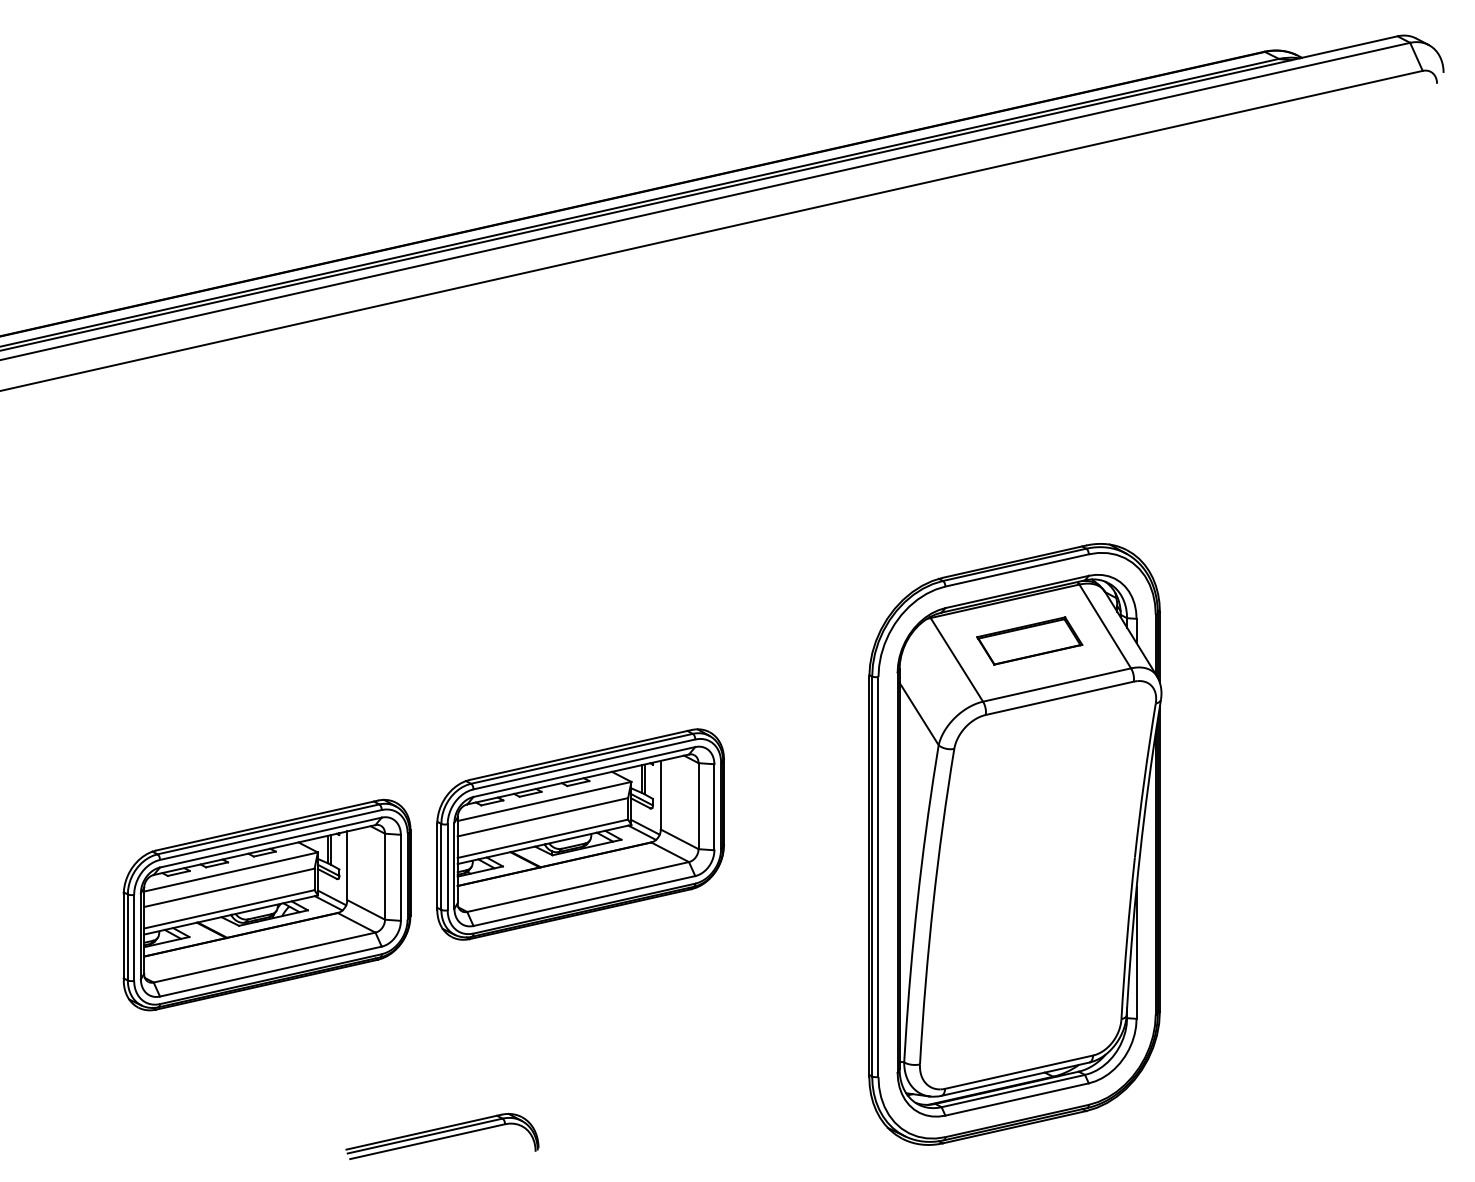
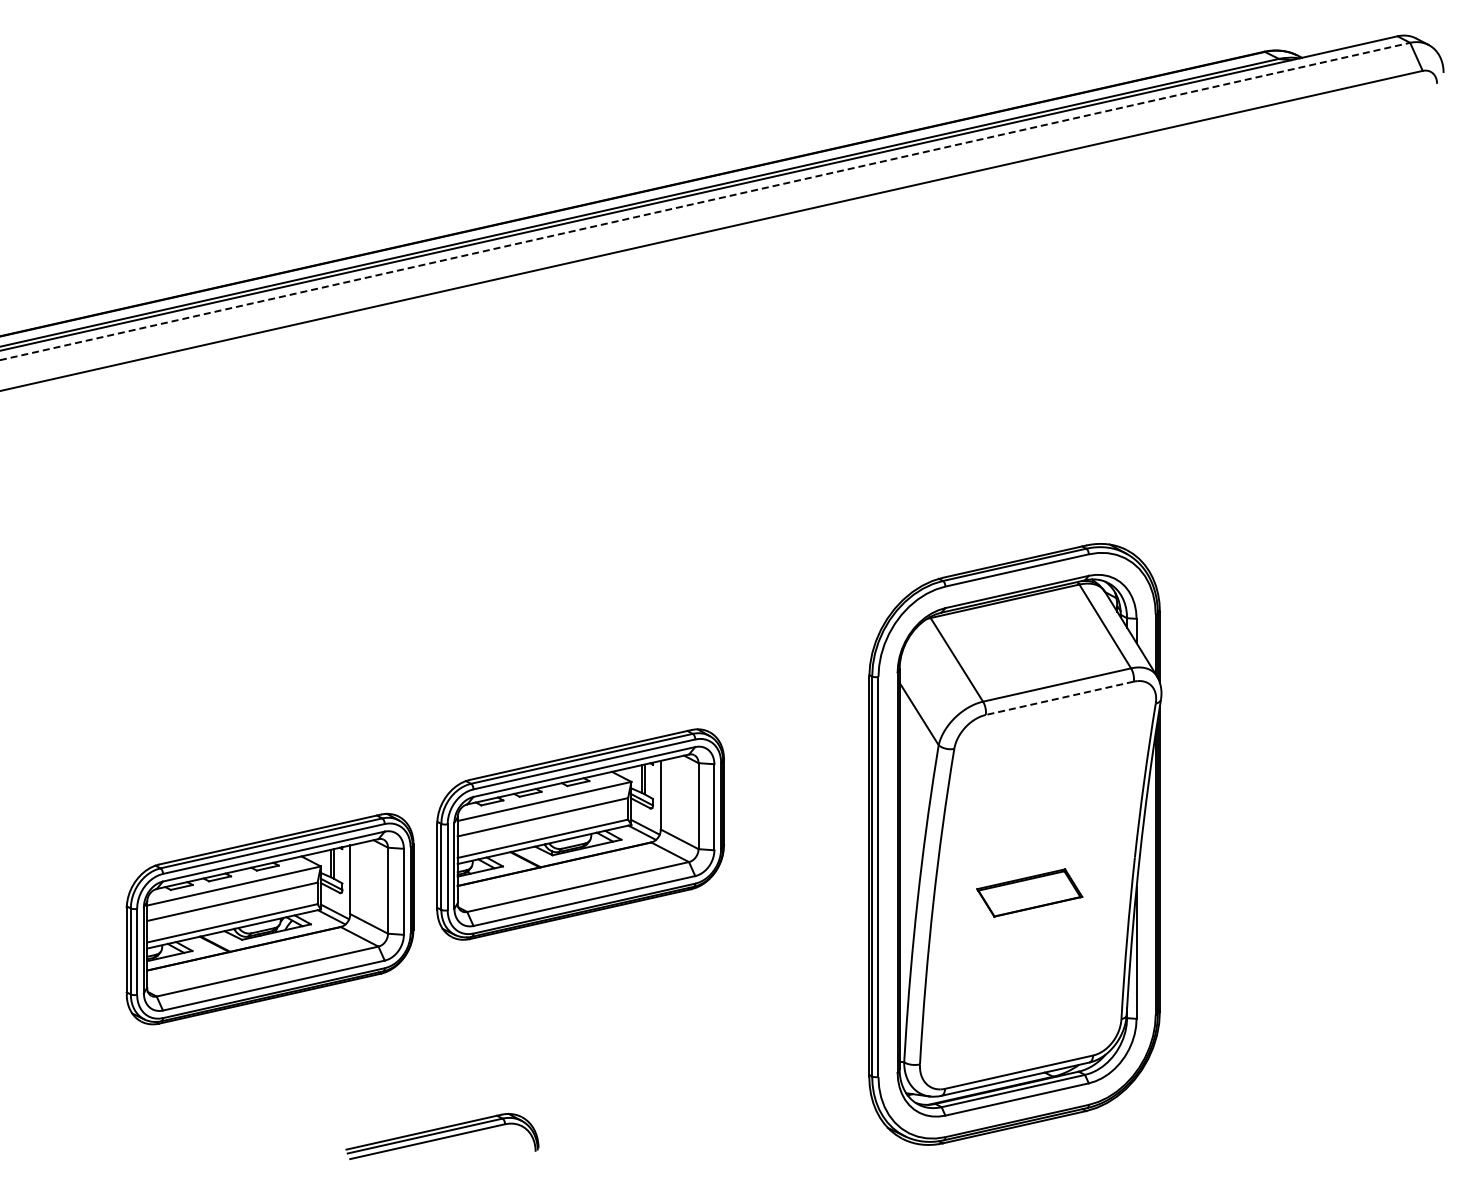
line at (705, 201): solid -> dashed
part at (1029, 640) position: (1029, 640) -> (1029, 892)
line at (1059, 698): solid -> dashed
part at (266, 904) position: (266, 904) -> (269, 918)
